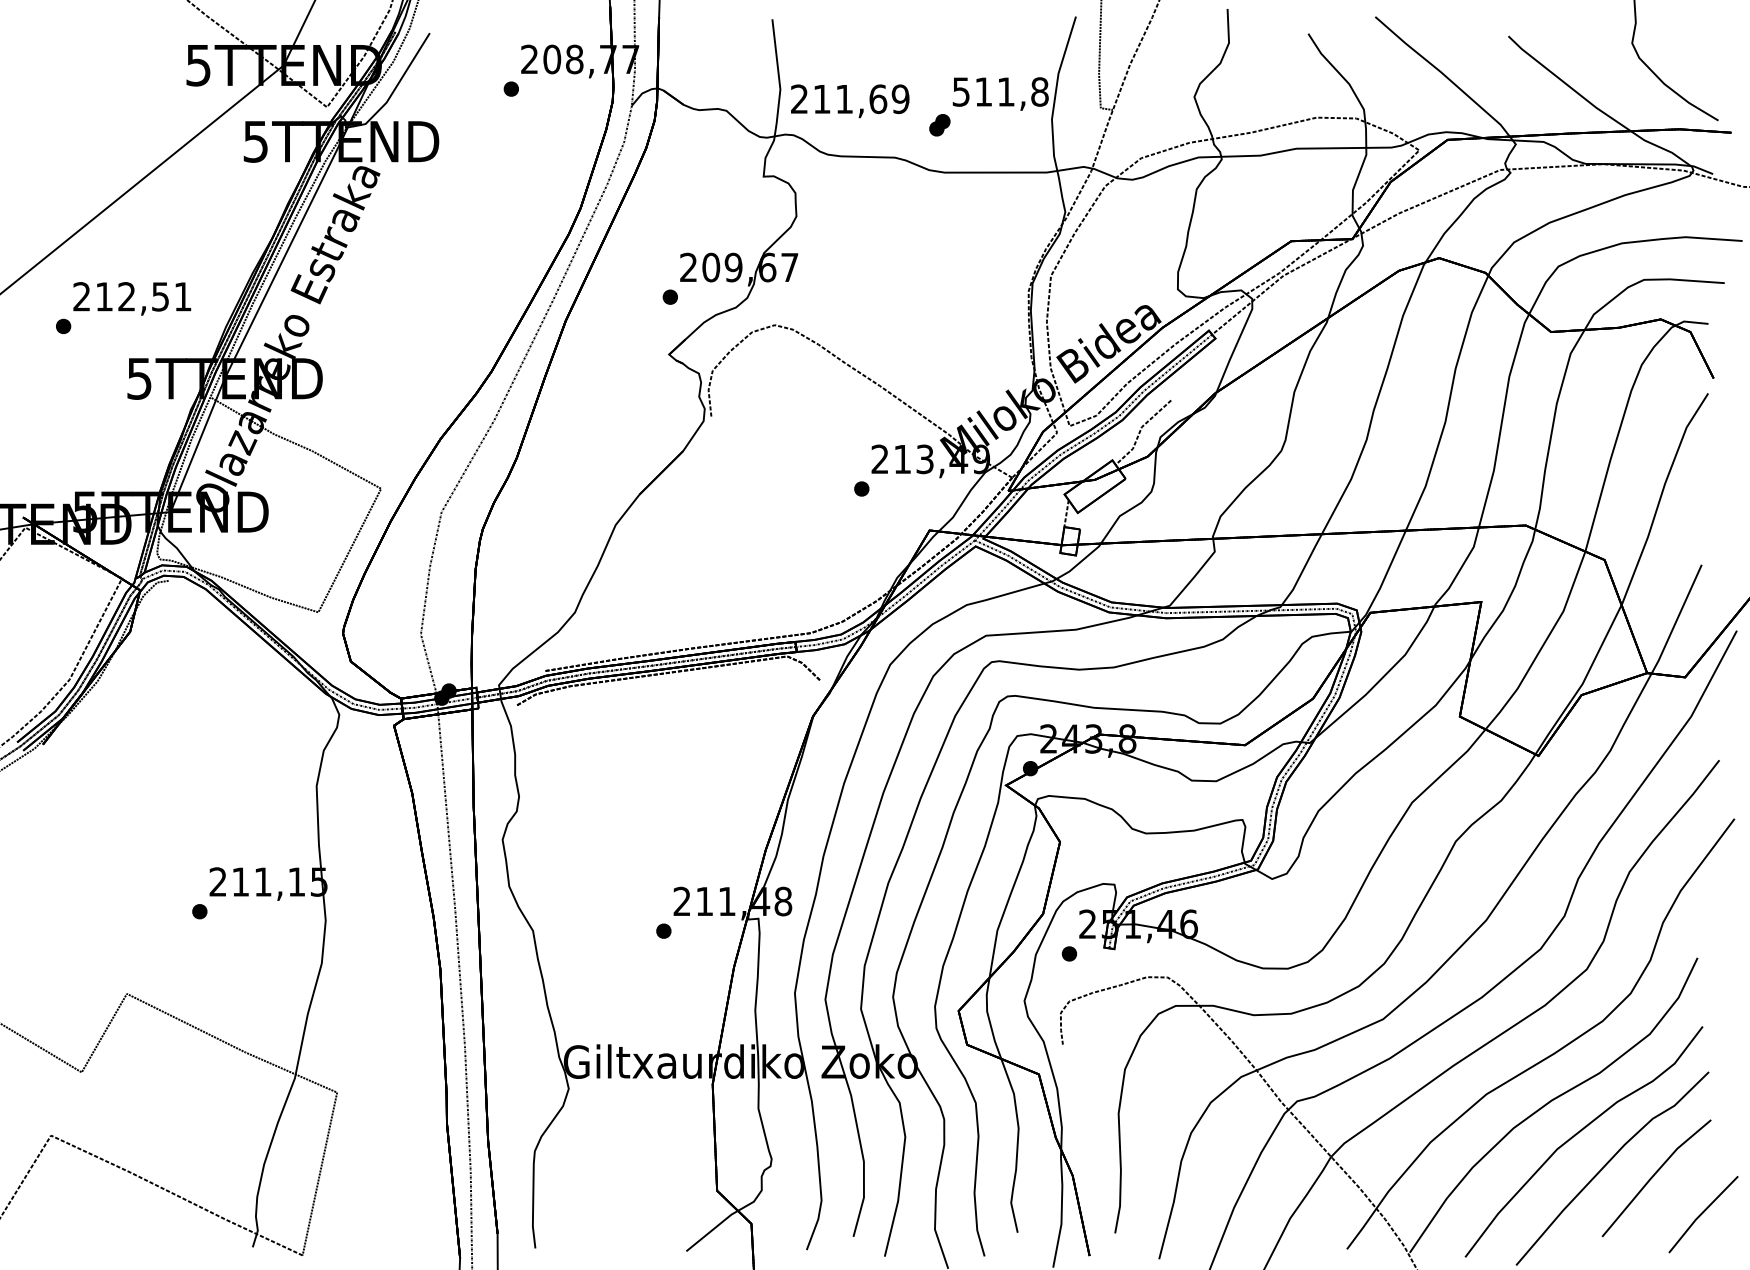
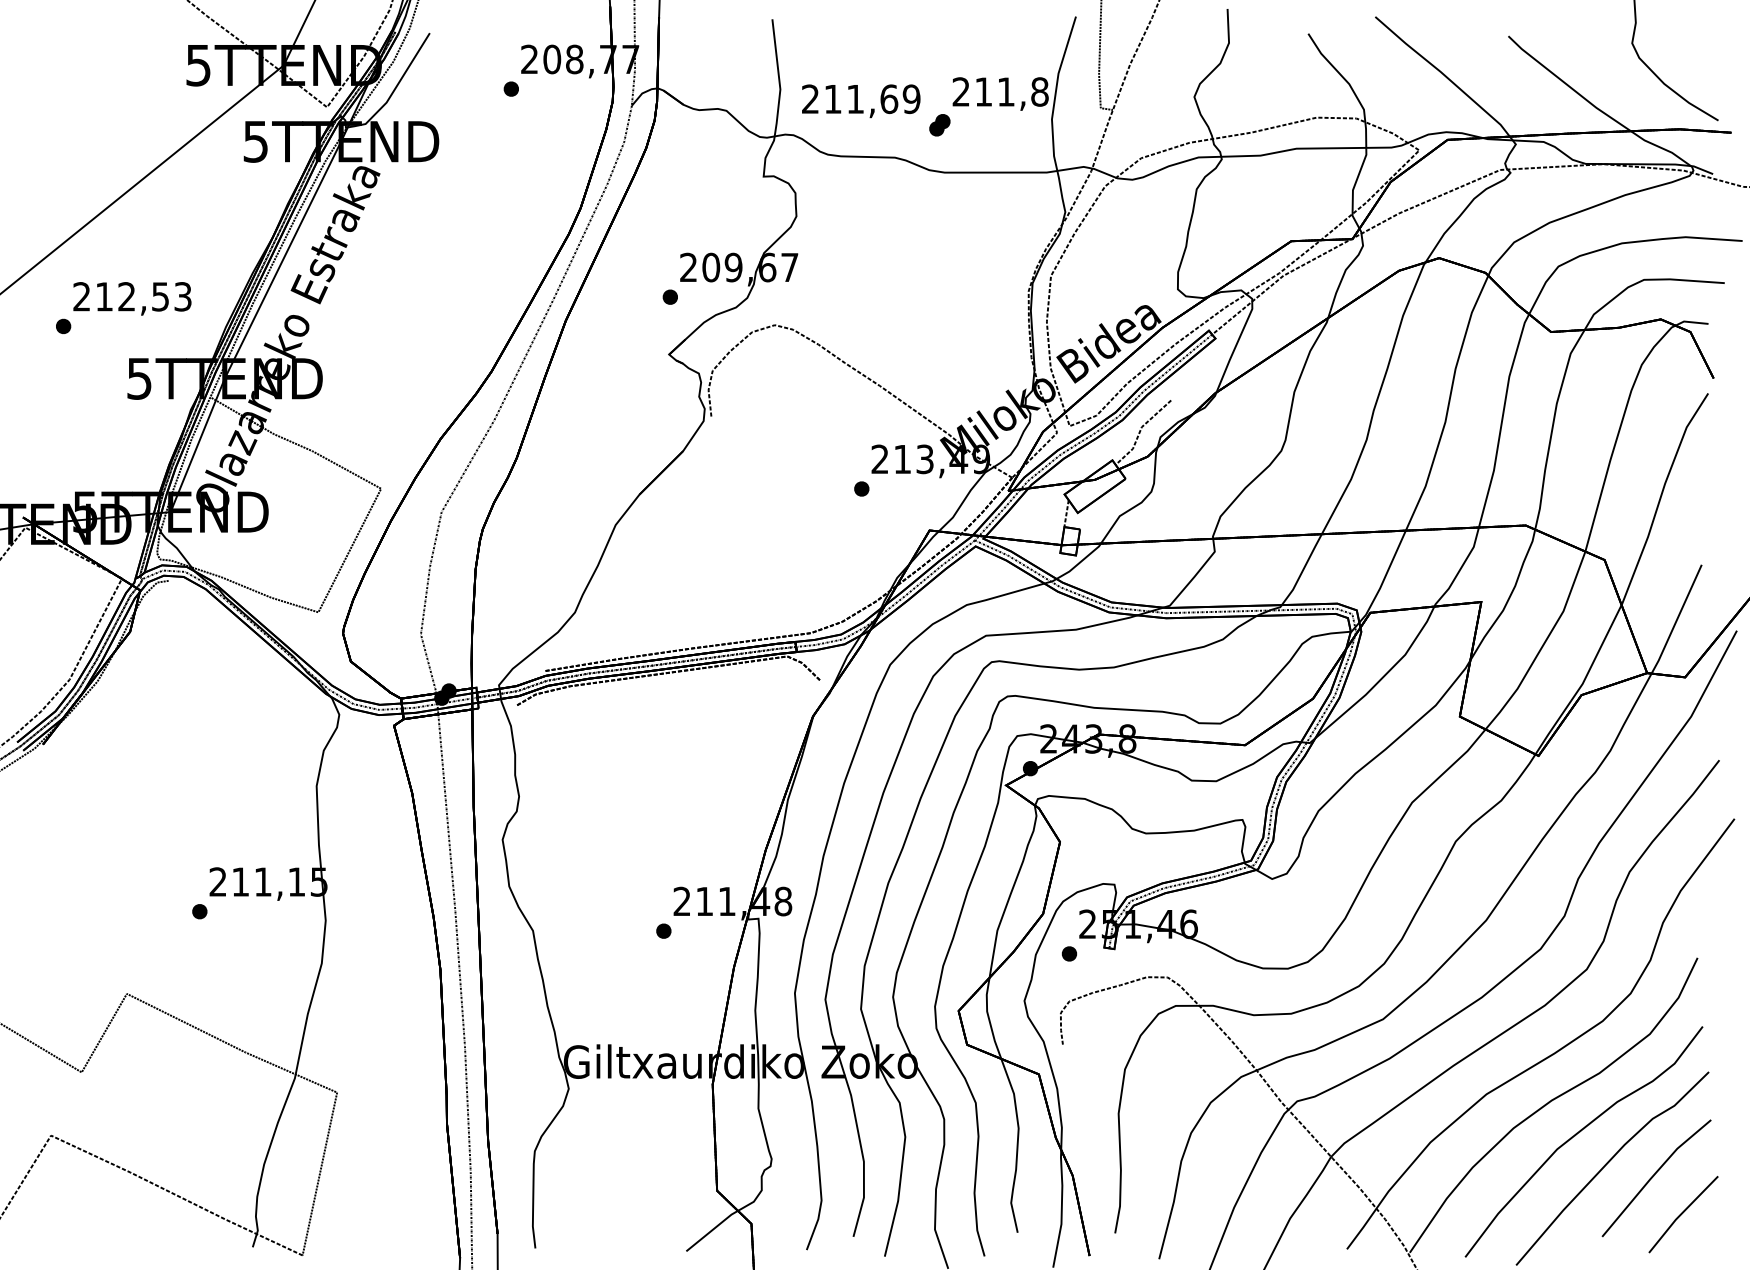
text at (960, 91): 511,8 -> 211,8
text at (850, 101) position: (850, 101) -> (861, 101)
text at (182, 296): 212,51 -> 212,53
line at (1703, 1213) position: (1703, 1213) -> (1683, 1213)
